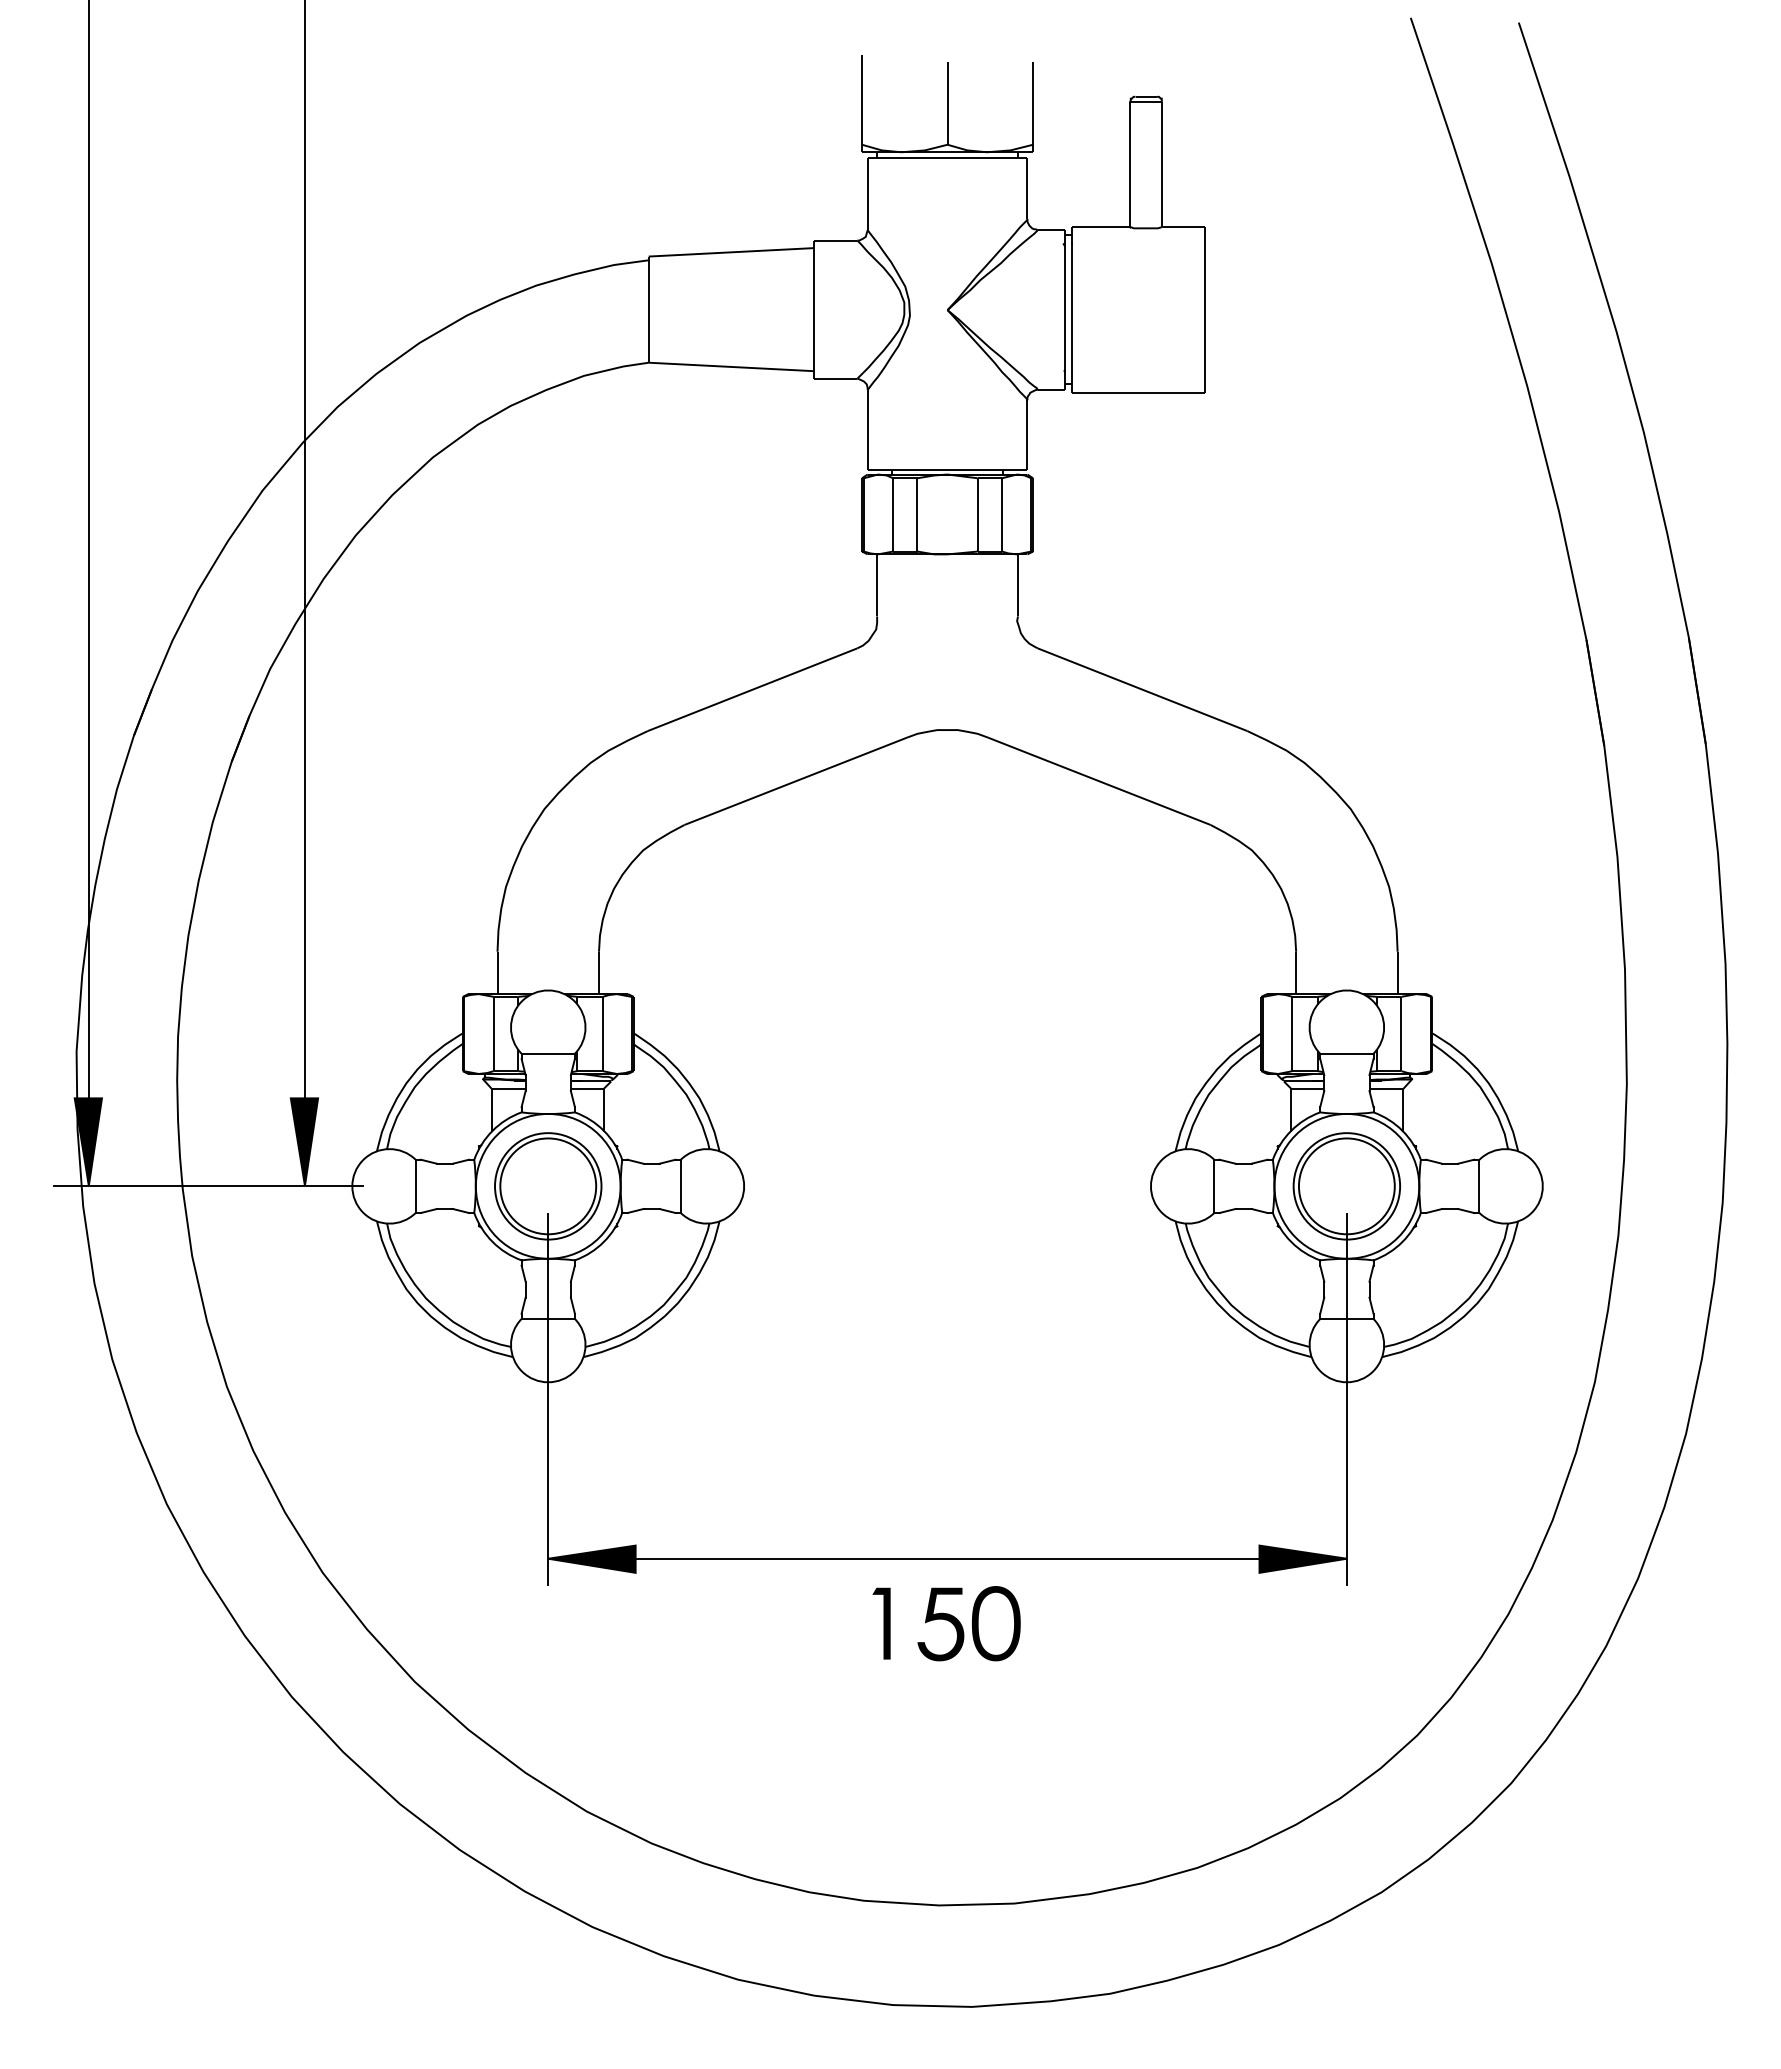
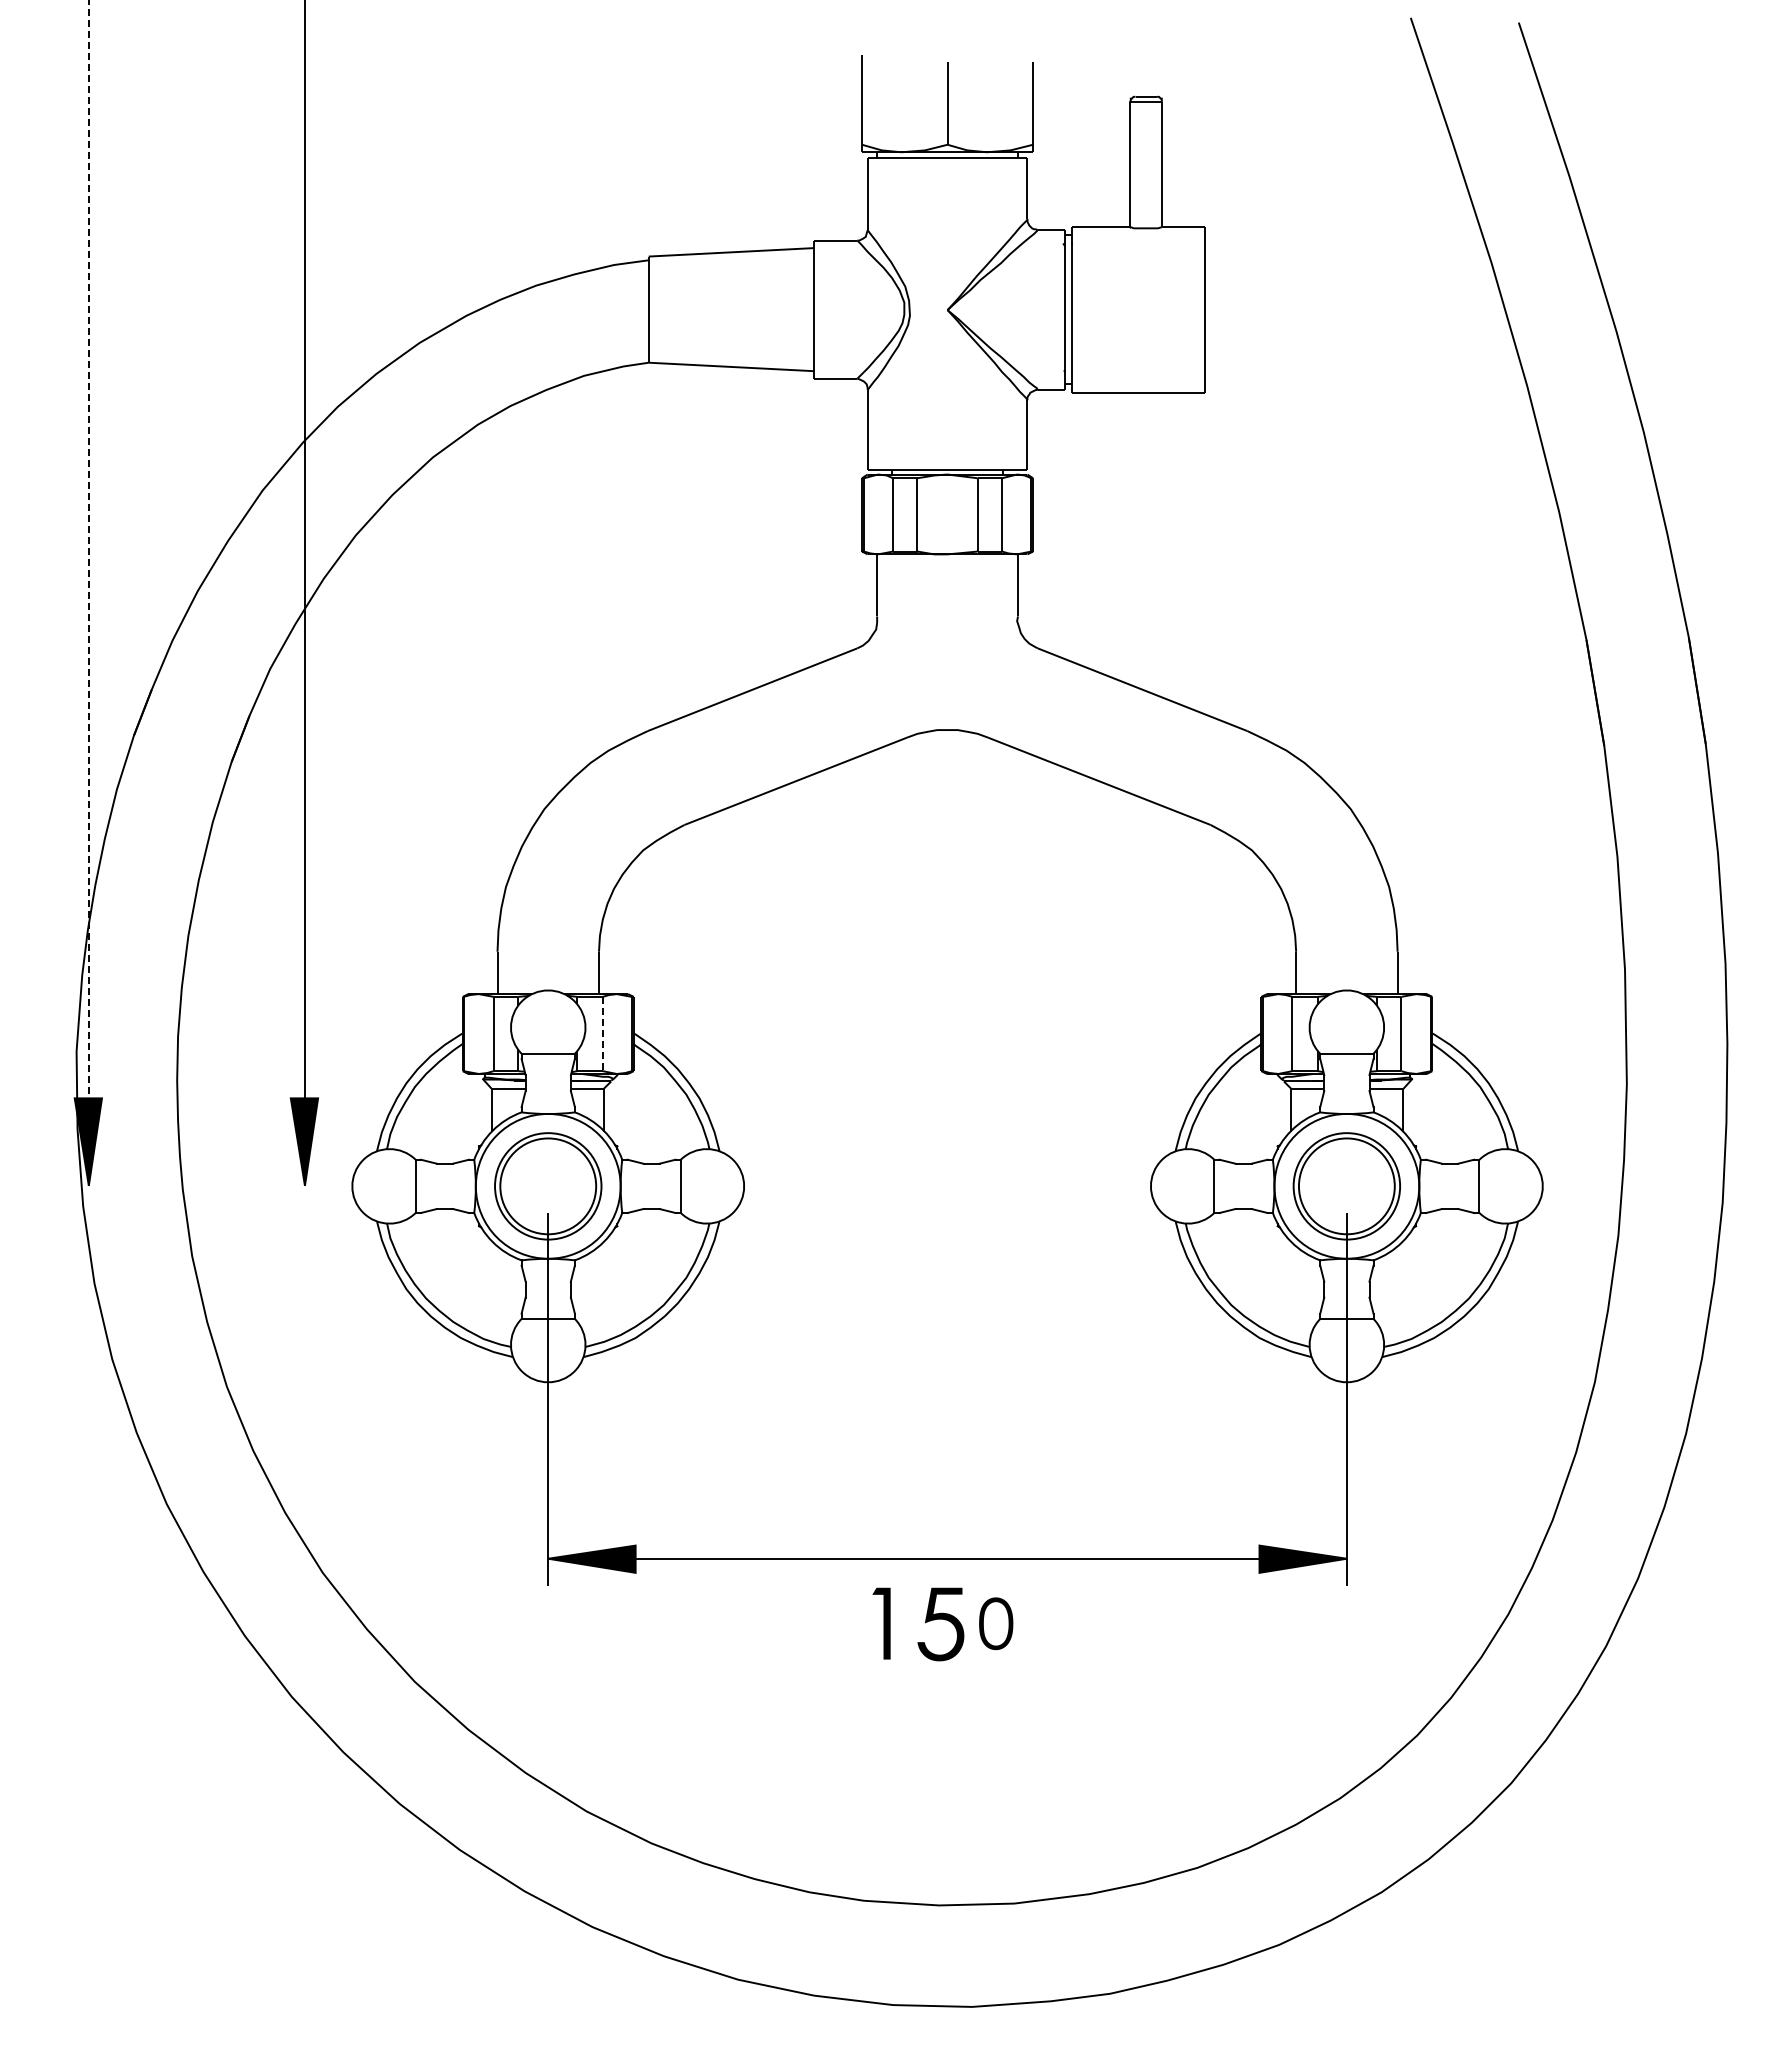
line at (88, 550): solid -> dashed
line at (602, 1034): solid -> dashed
line at (207, 1185): present -> none
part at (995, 1623) size: 50x76 px -> 35x54 px
